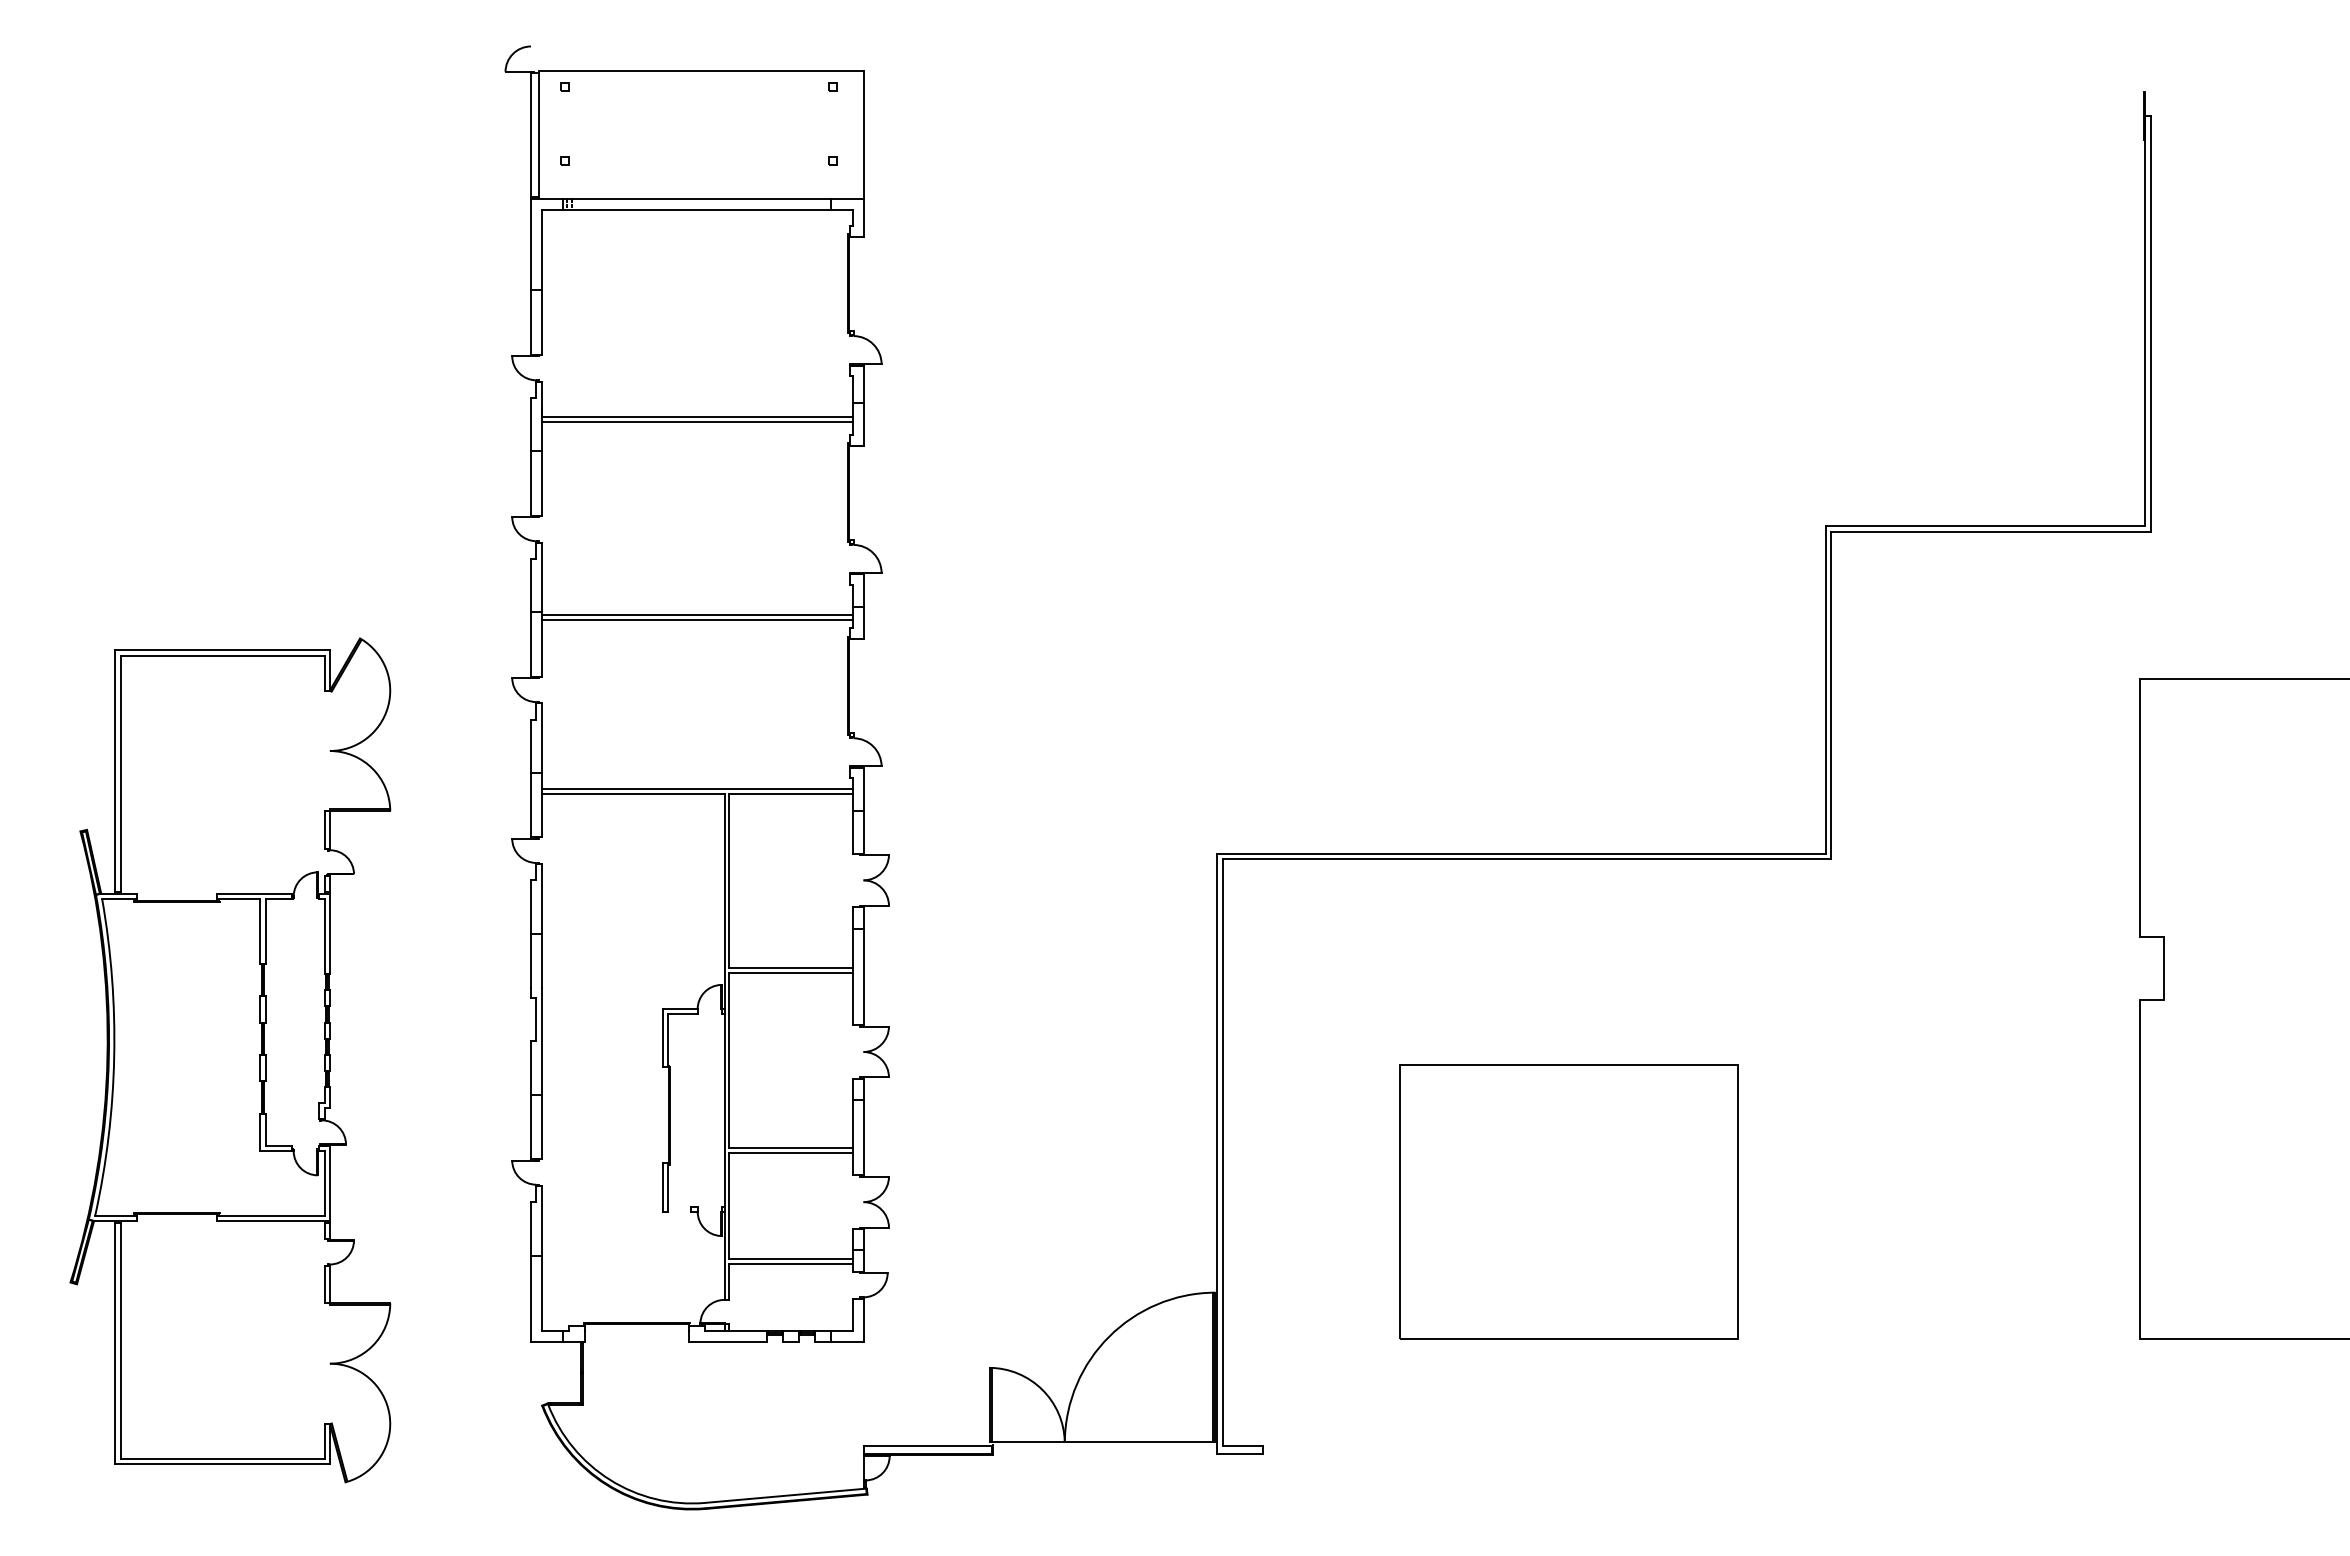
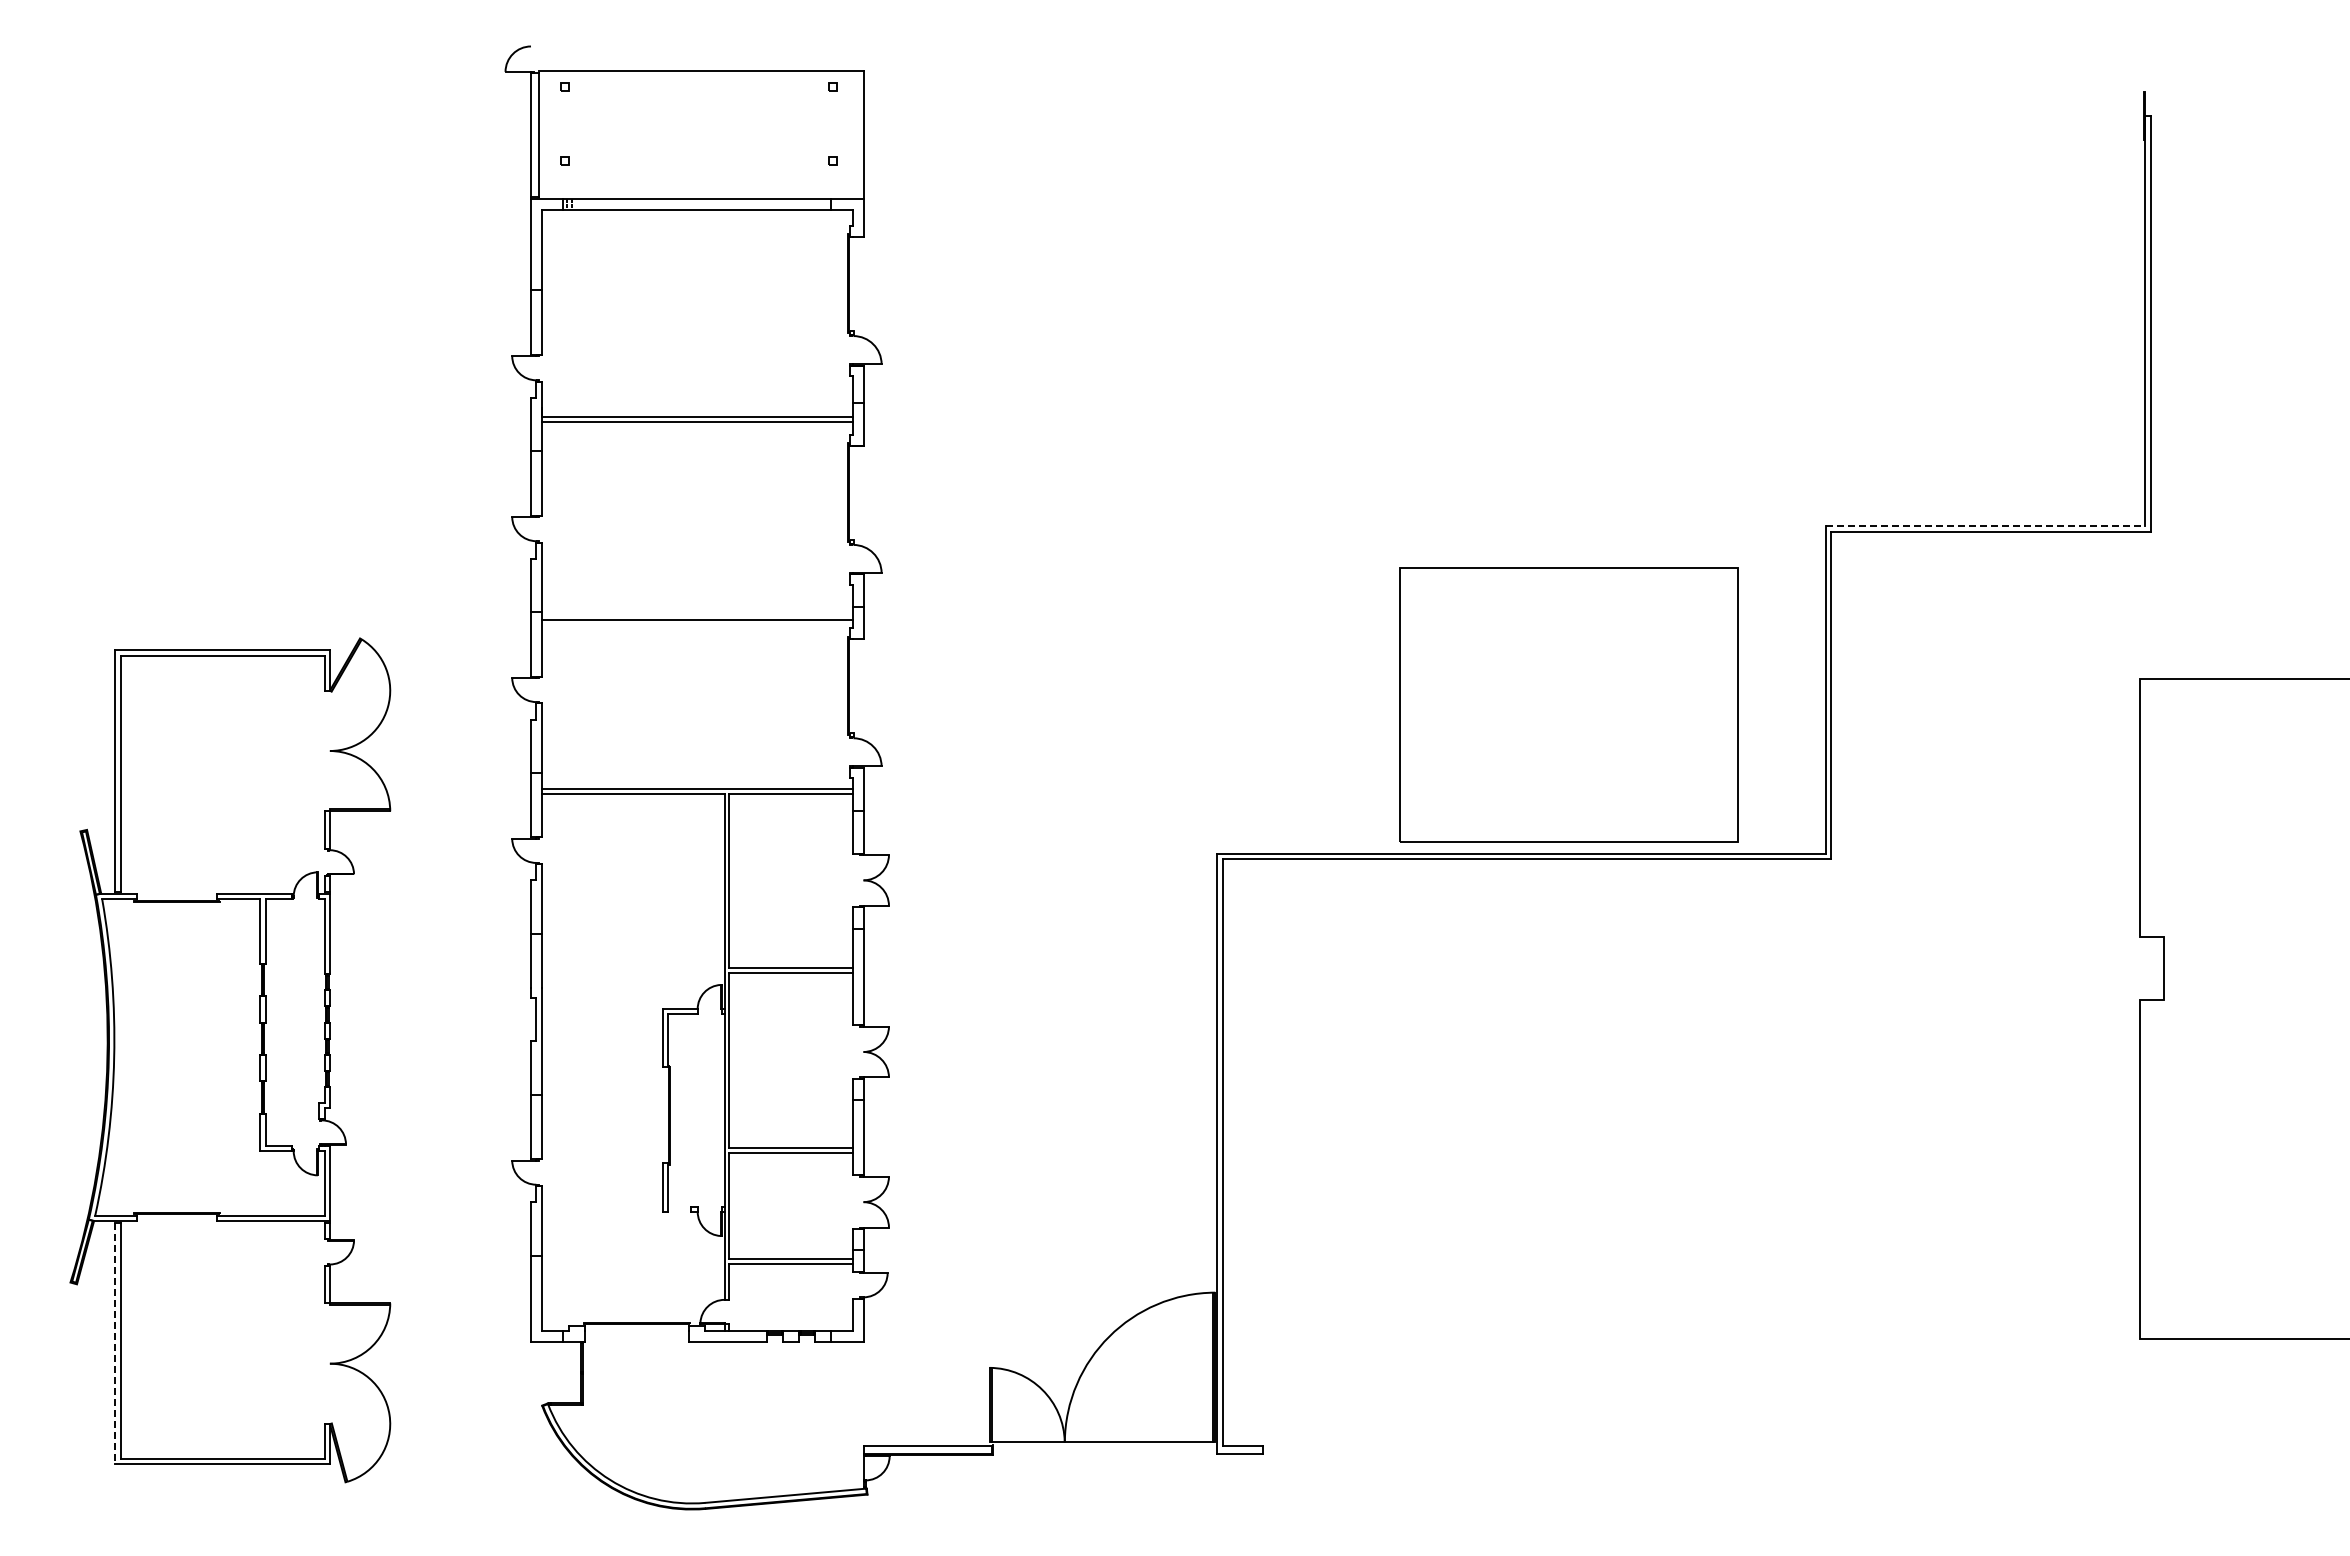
line at (1985, 526): solid -> dashed
line at (696, 614): present -> none
part at (1568, 1201) position: (1568, 1201) -> (1568, 704)
line at (115, 1343): solid -> dashed
